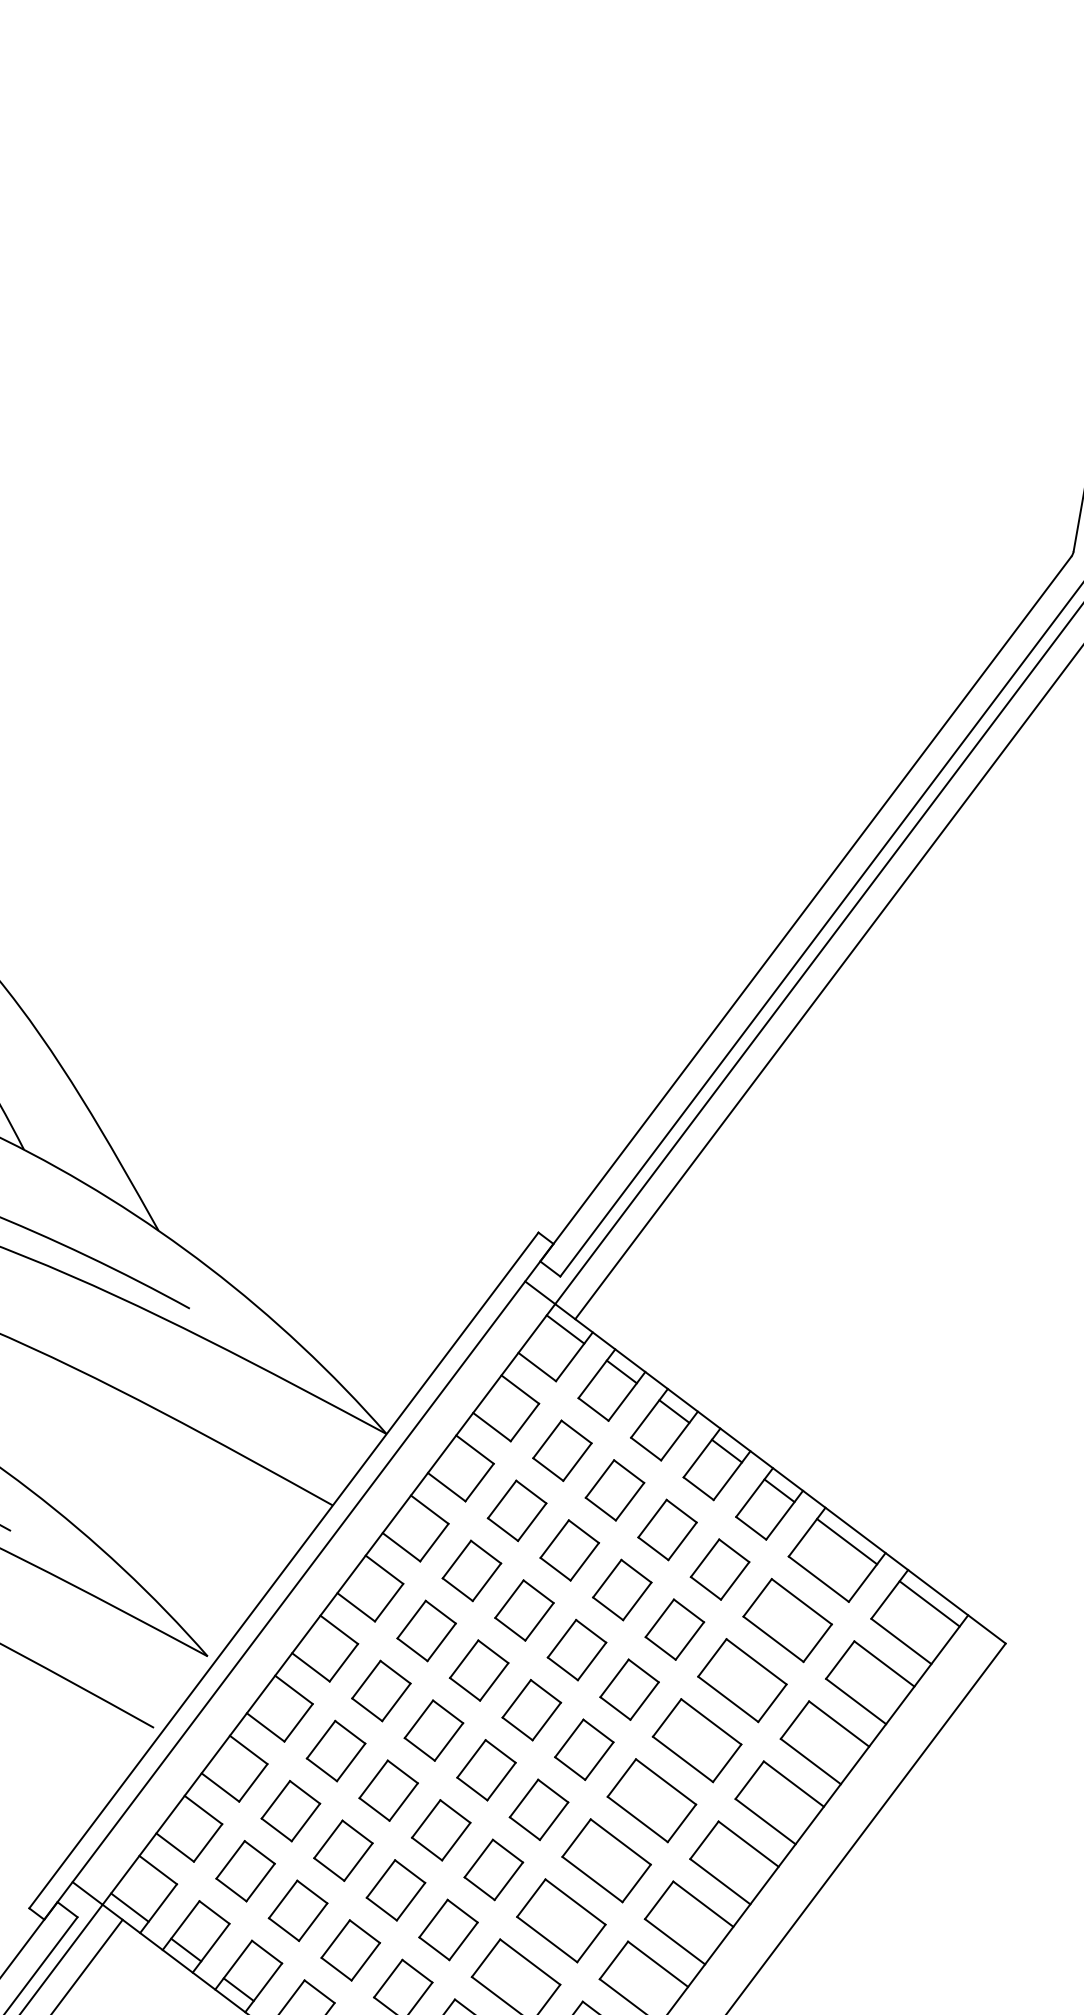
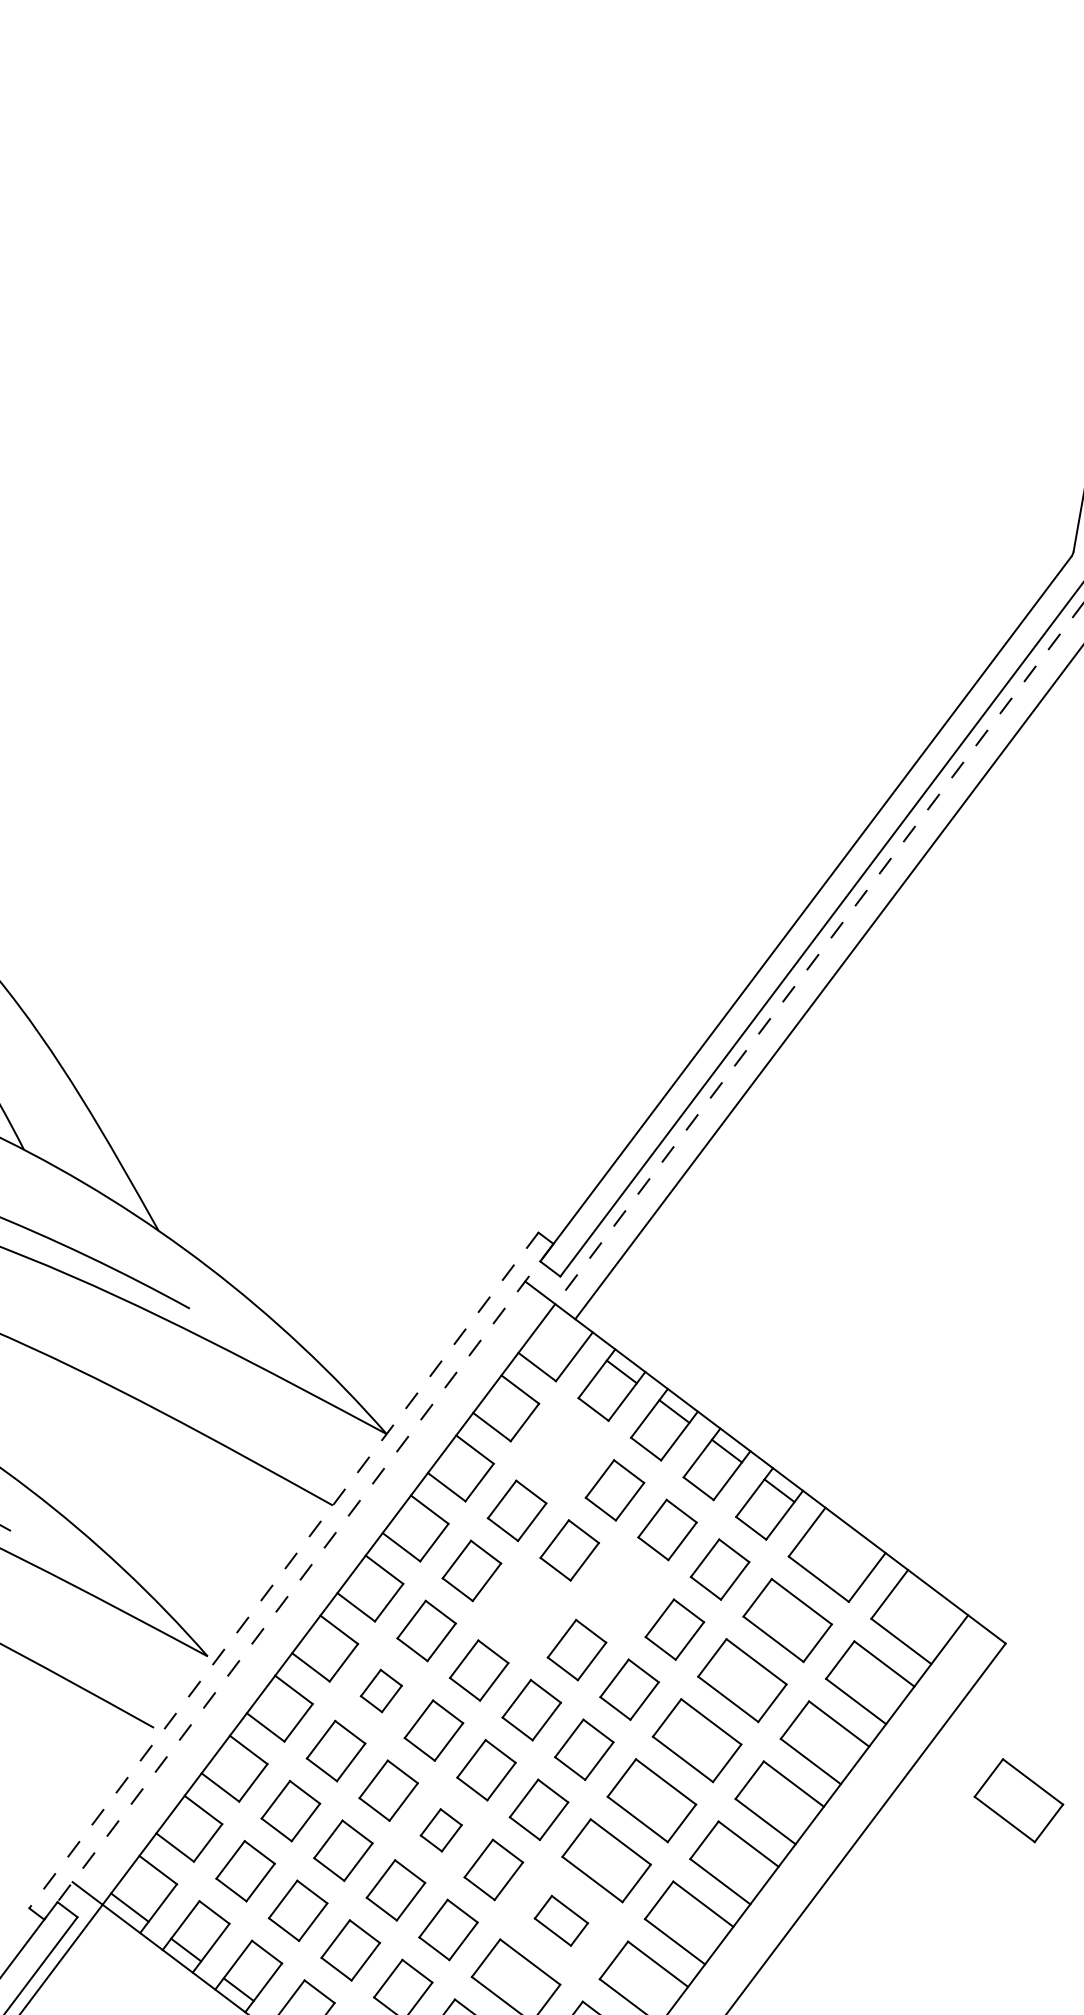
line at (819, 953): solid -> dashed
line at (565, 1329): present -> none
part at (562, 1450): present -> none
line at (847, 1541): present -> none
line at (283, 1570): solid -> dashed
line at (298, 1582): solid -> dashed
part at (622, 1589): present -> none
line at (929, 1603): present -> none
part at (524, 1610): present -> none
part at (381, 1690) size: 61x64 px -> 44x46 px
part at (1018, 1800): none -> present
part at (441, 1830) size: 61x63 px -> 44x45 px
part at (561, 1920) size: 91x86 px -> 57x53 px
line at (87, 1965): present -> none
